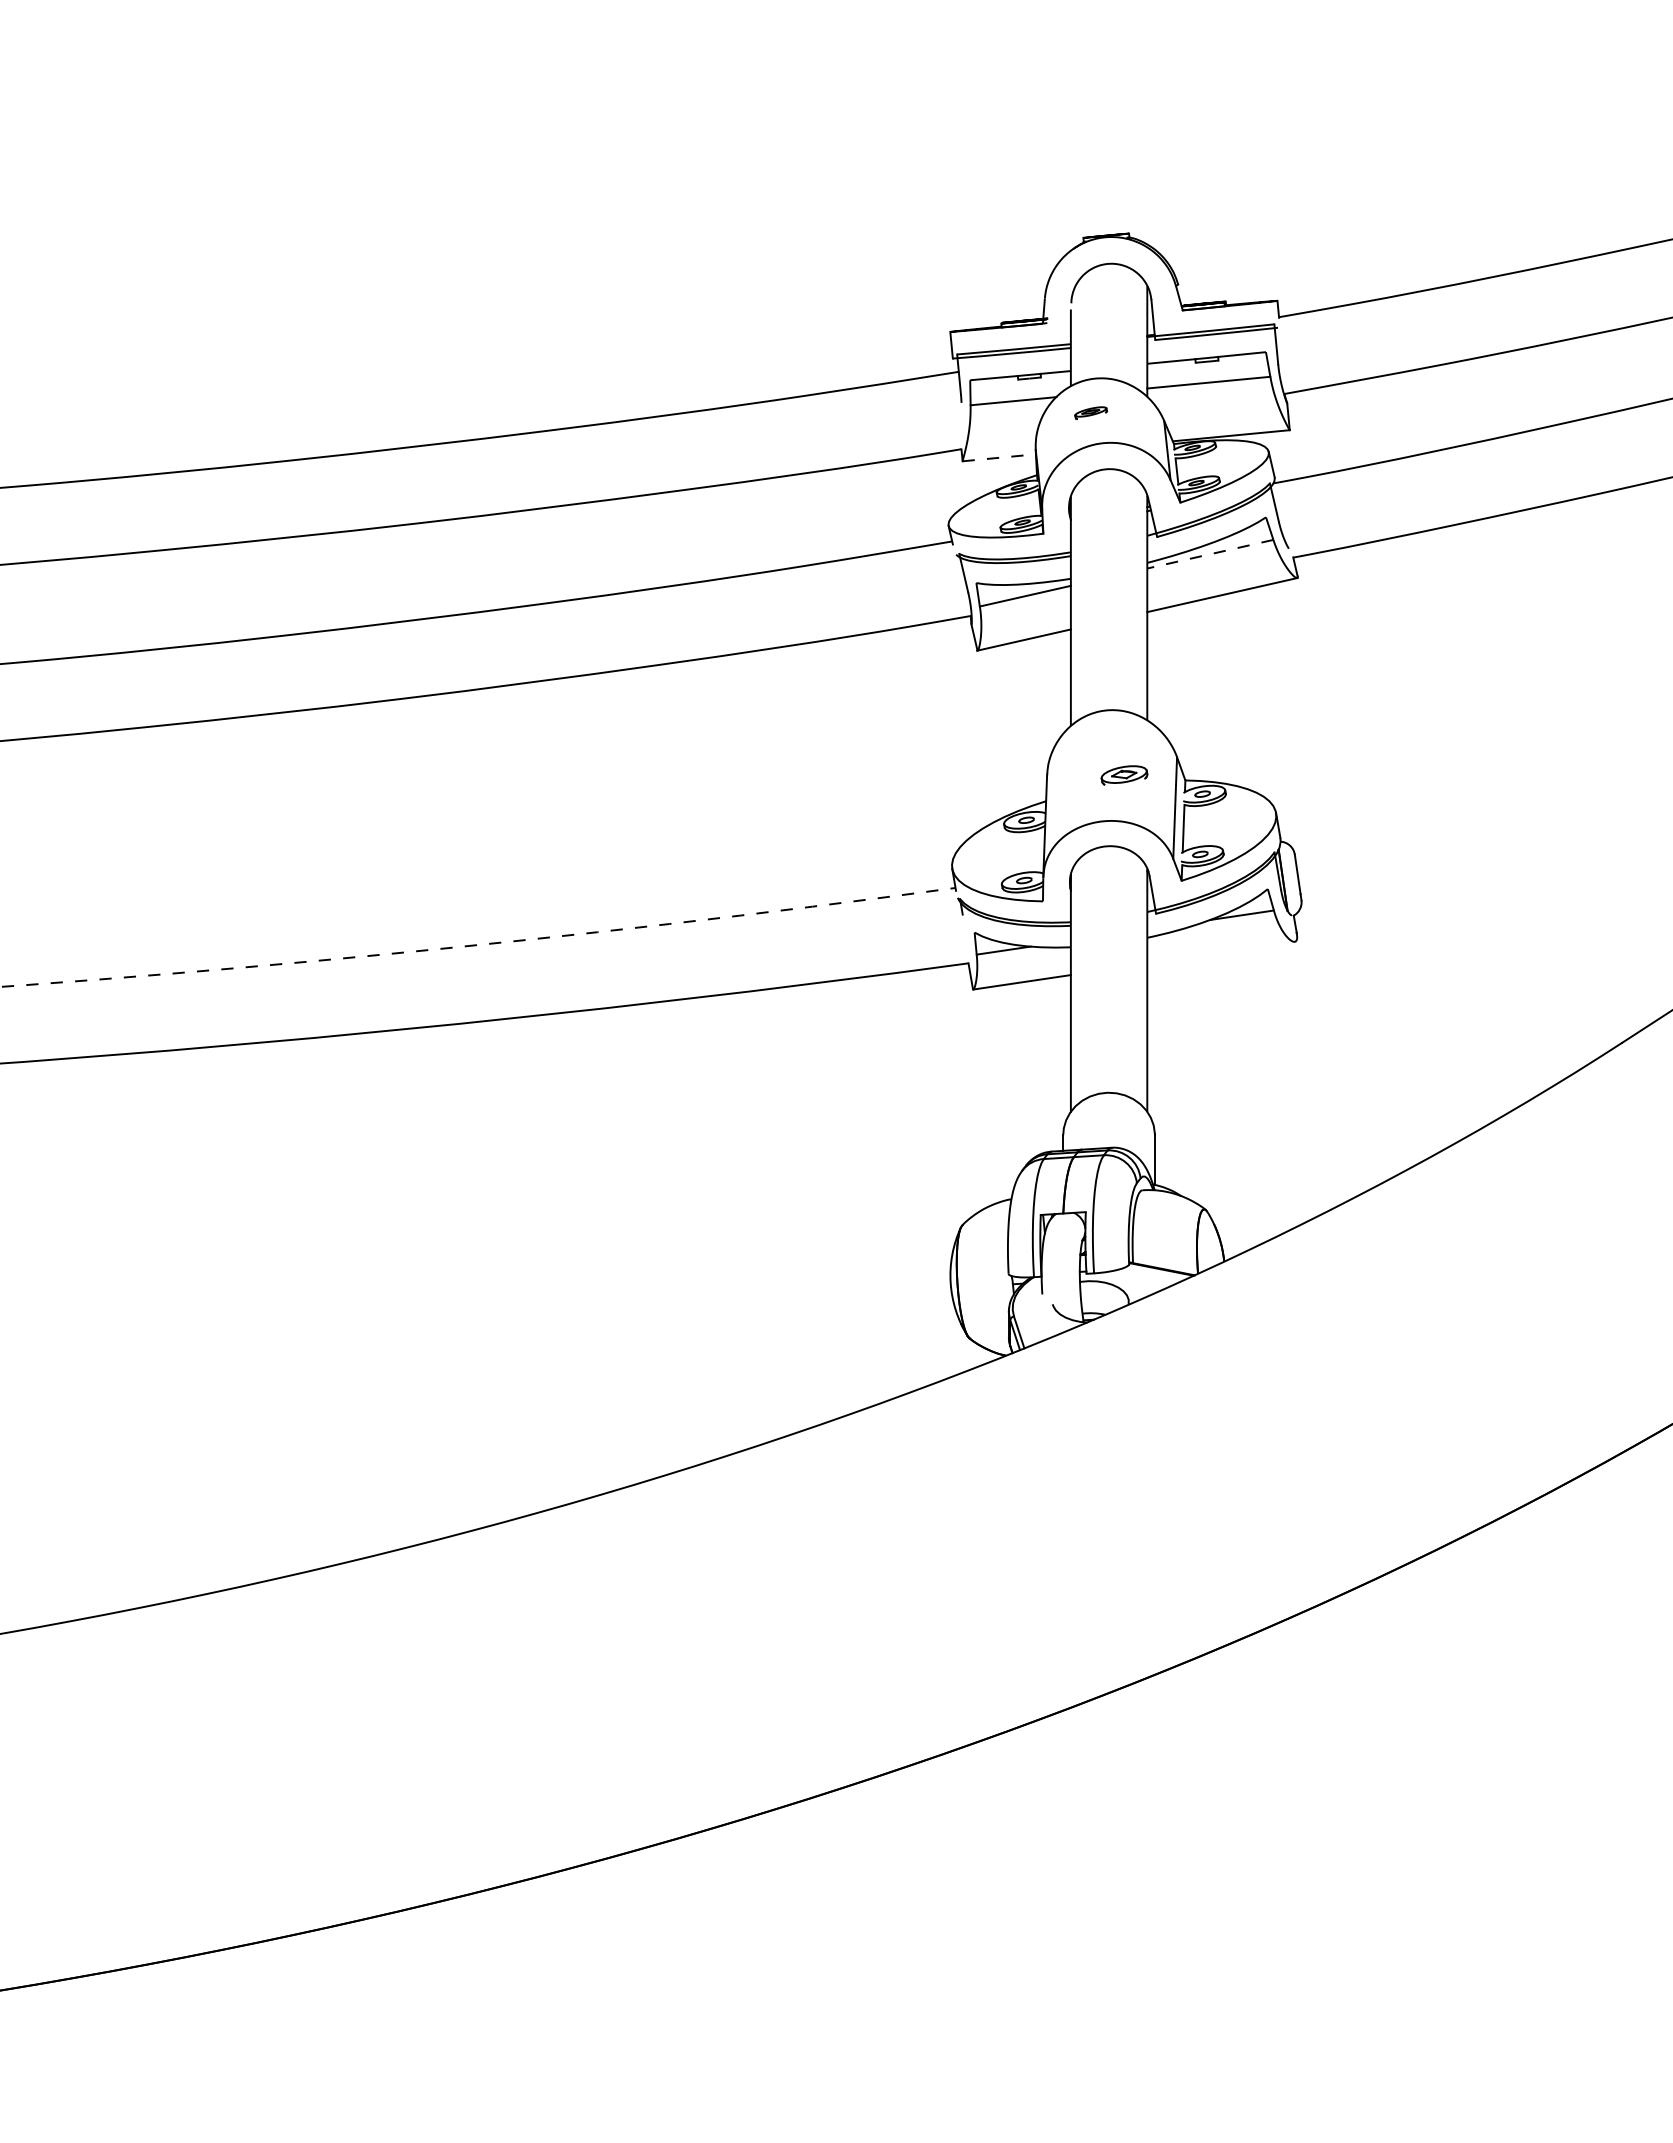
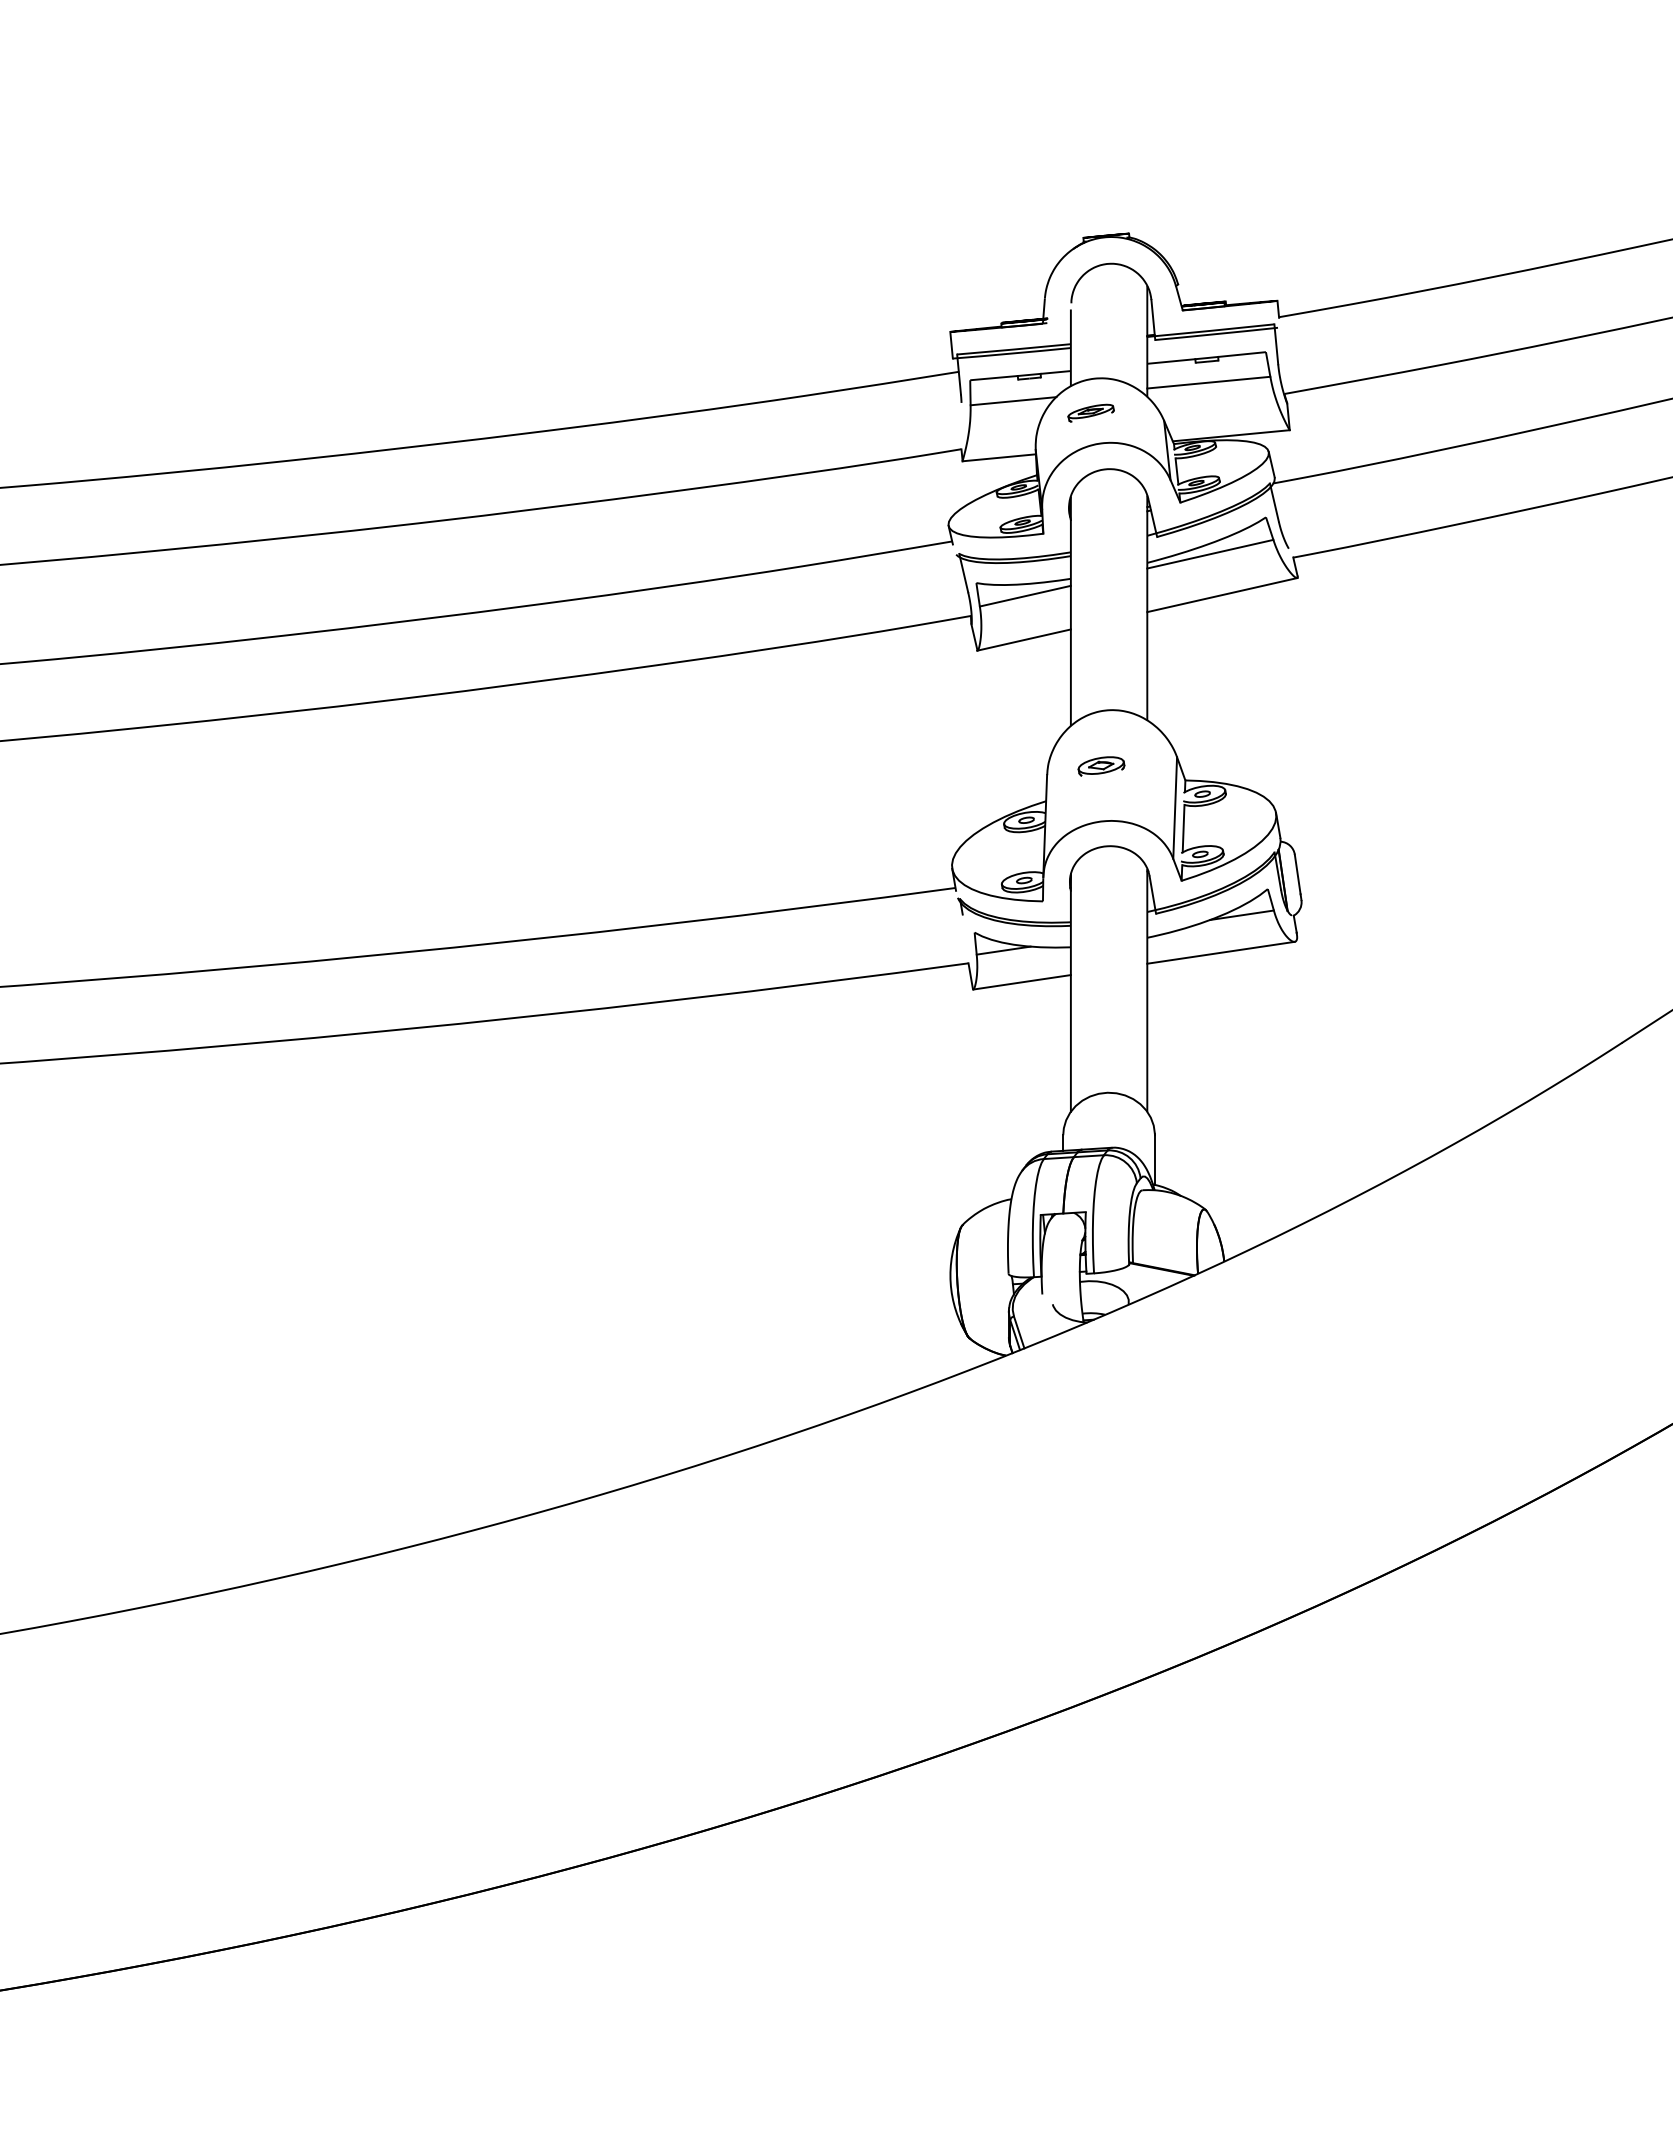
part at (1091, 412) size: 35x14 px -> 48x20 px
line at (999, 457): dashed -> solid
line at (1210, 554): dashed -> solid
part at (1124, 775) position: (1124, 775) -> (1101, 766)
arc at (479, 944): dashed -> solid
line at (1220, 952): none -> present
